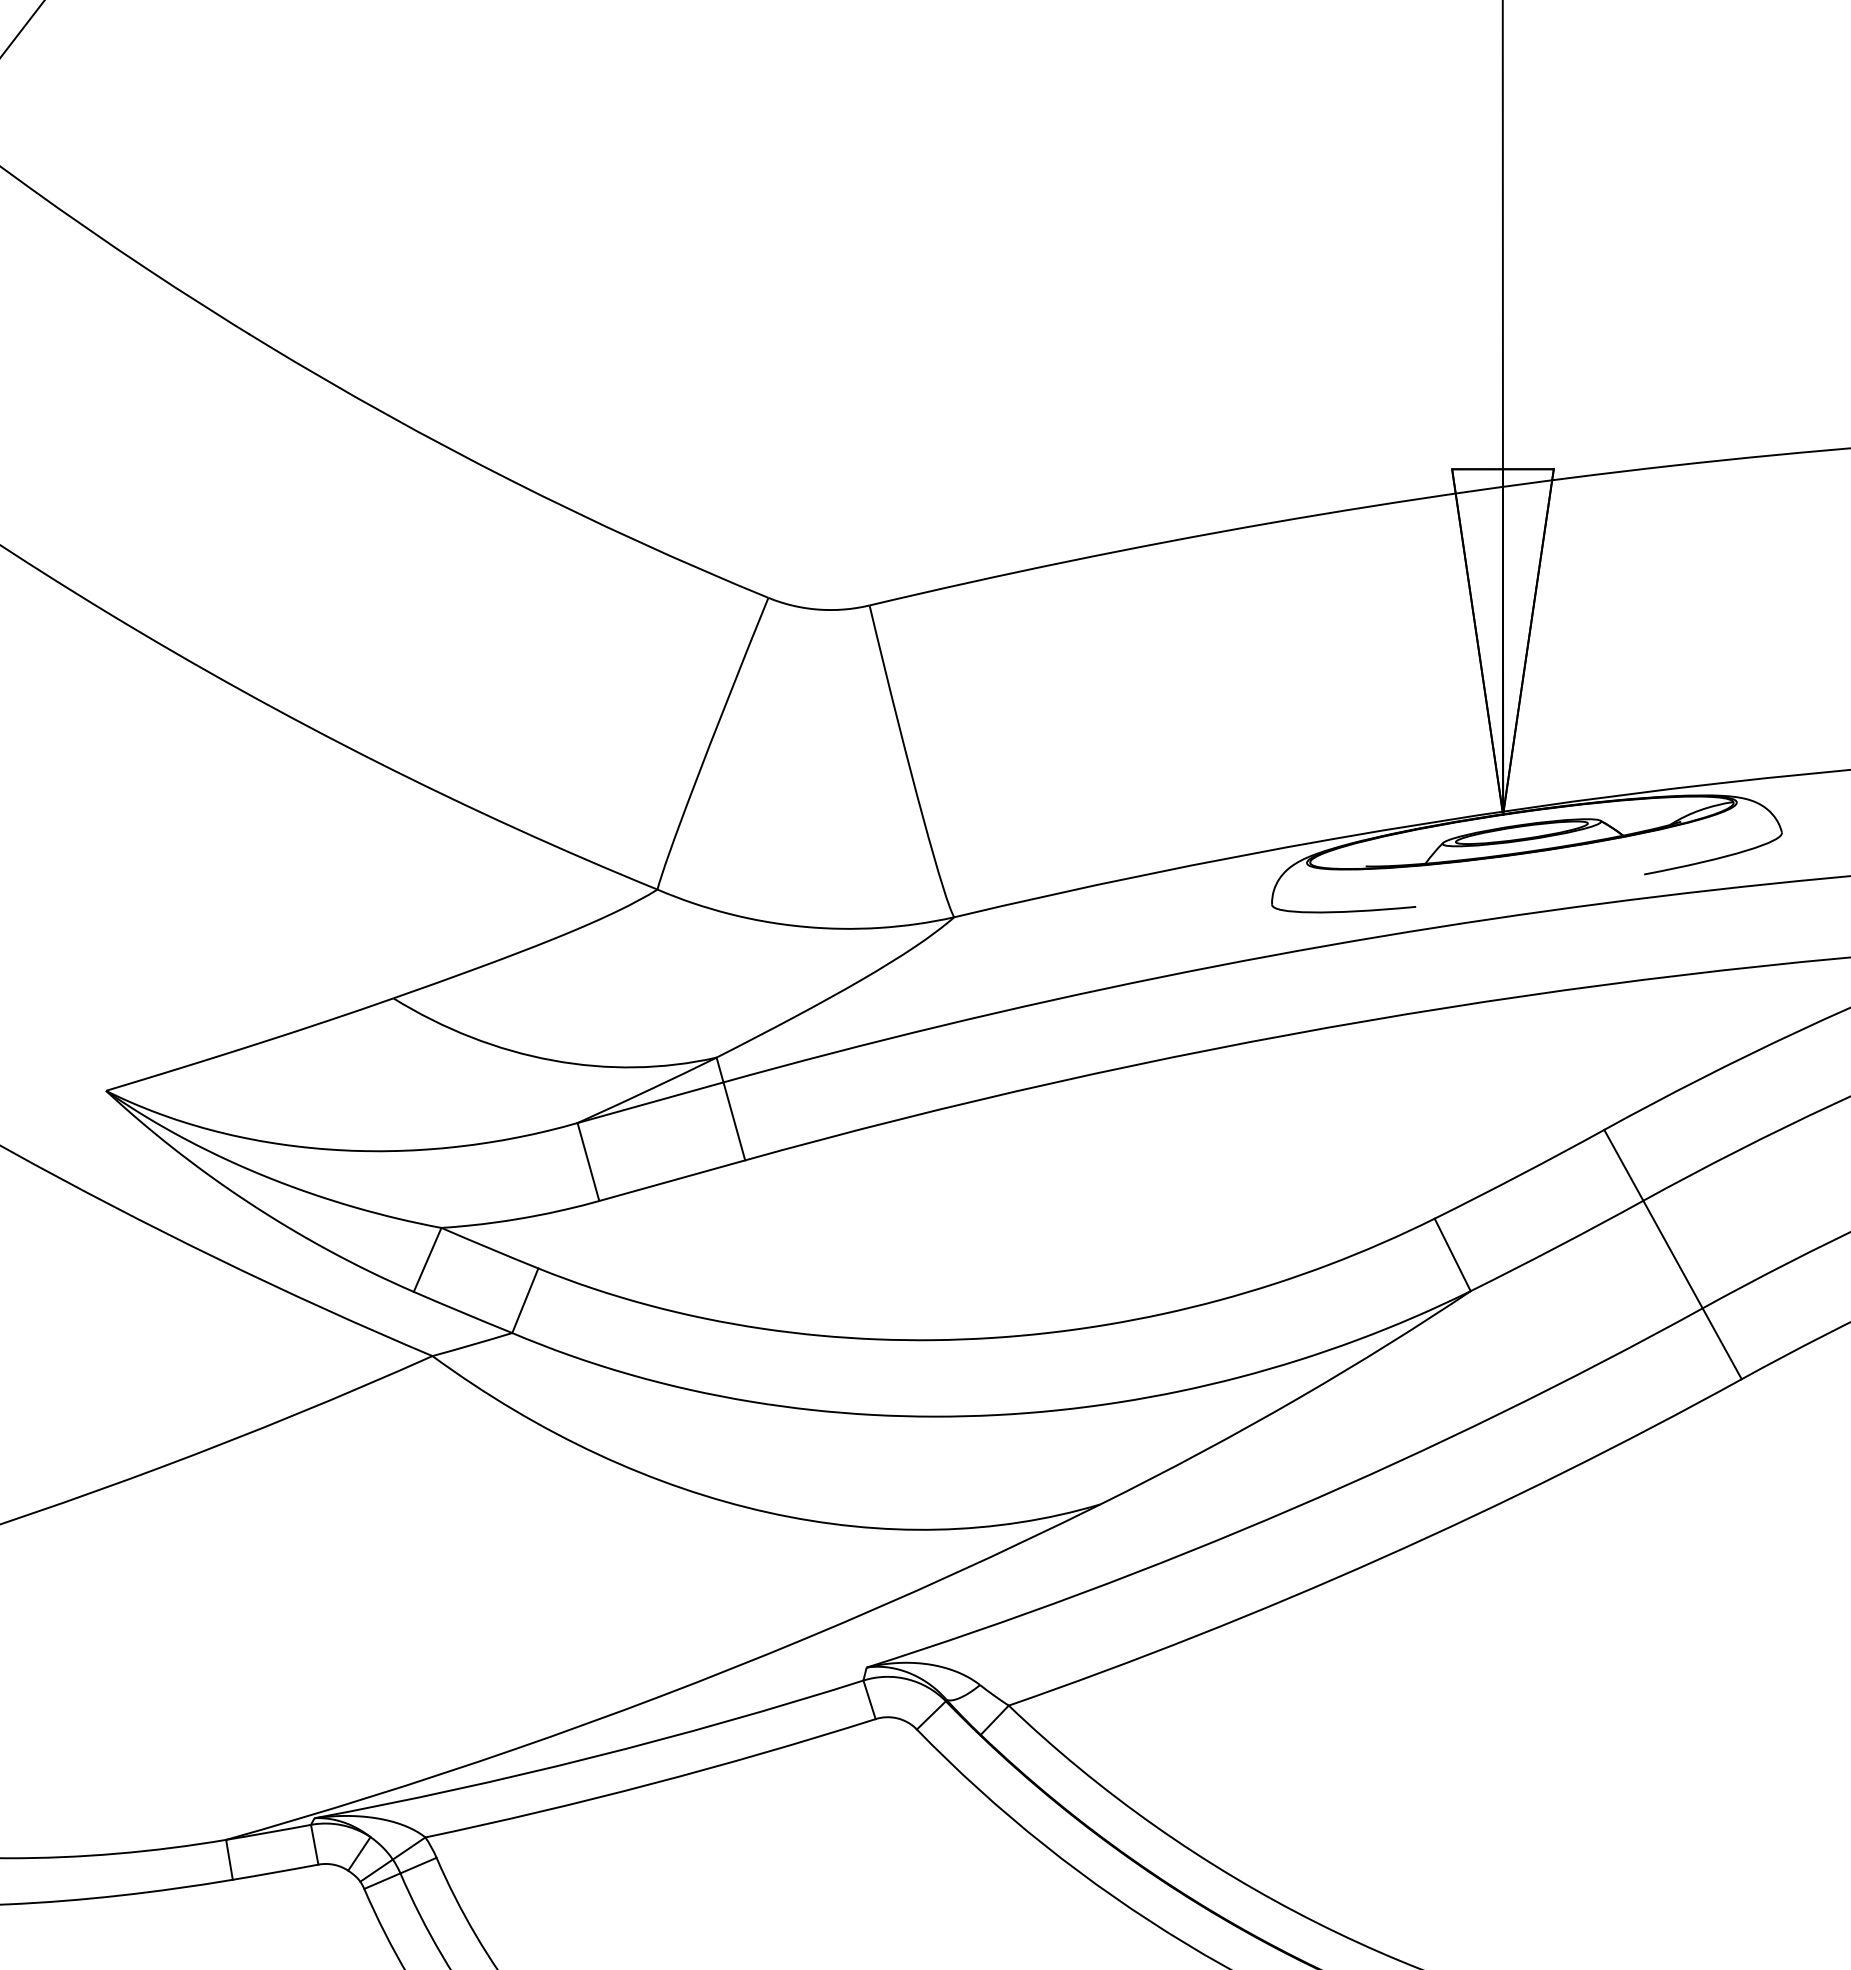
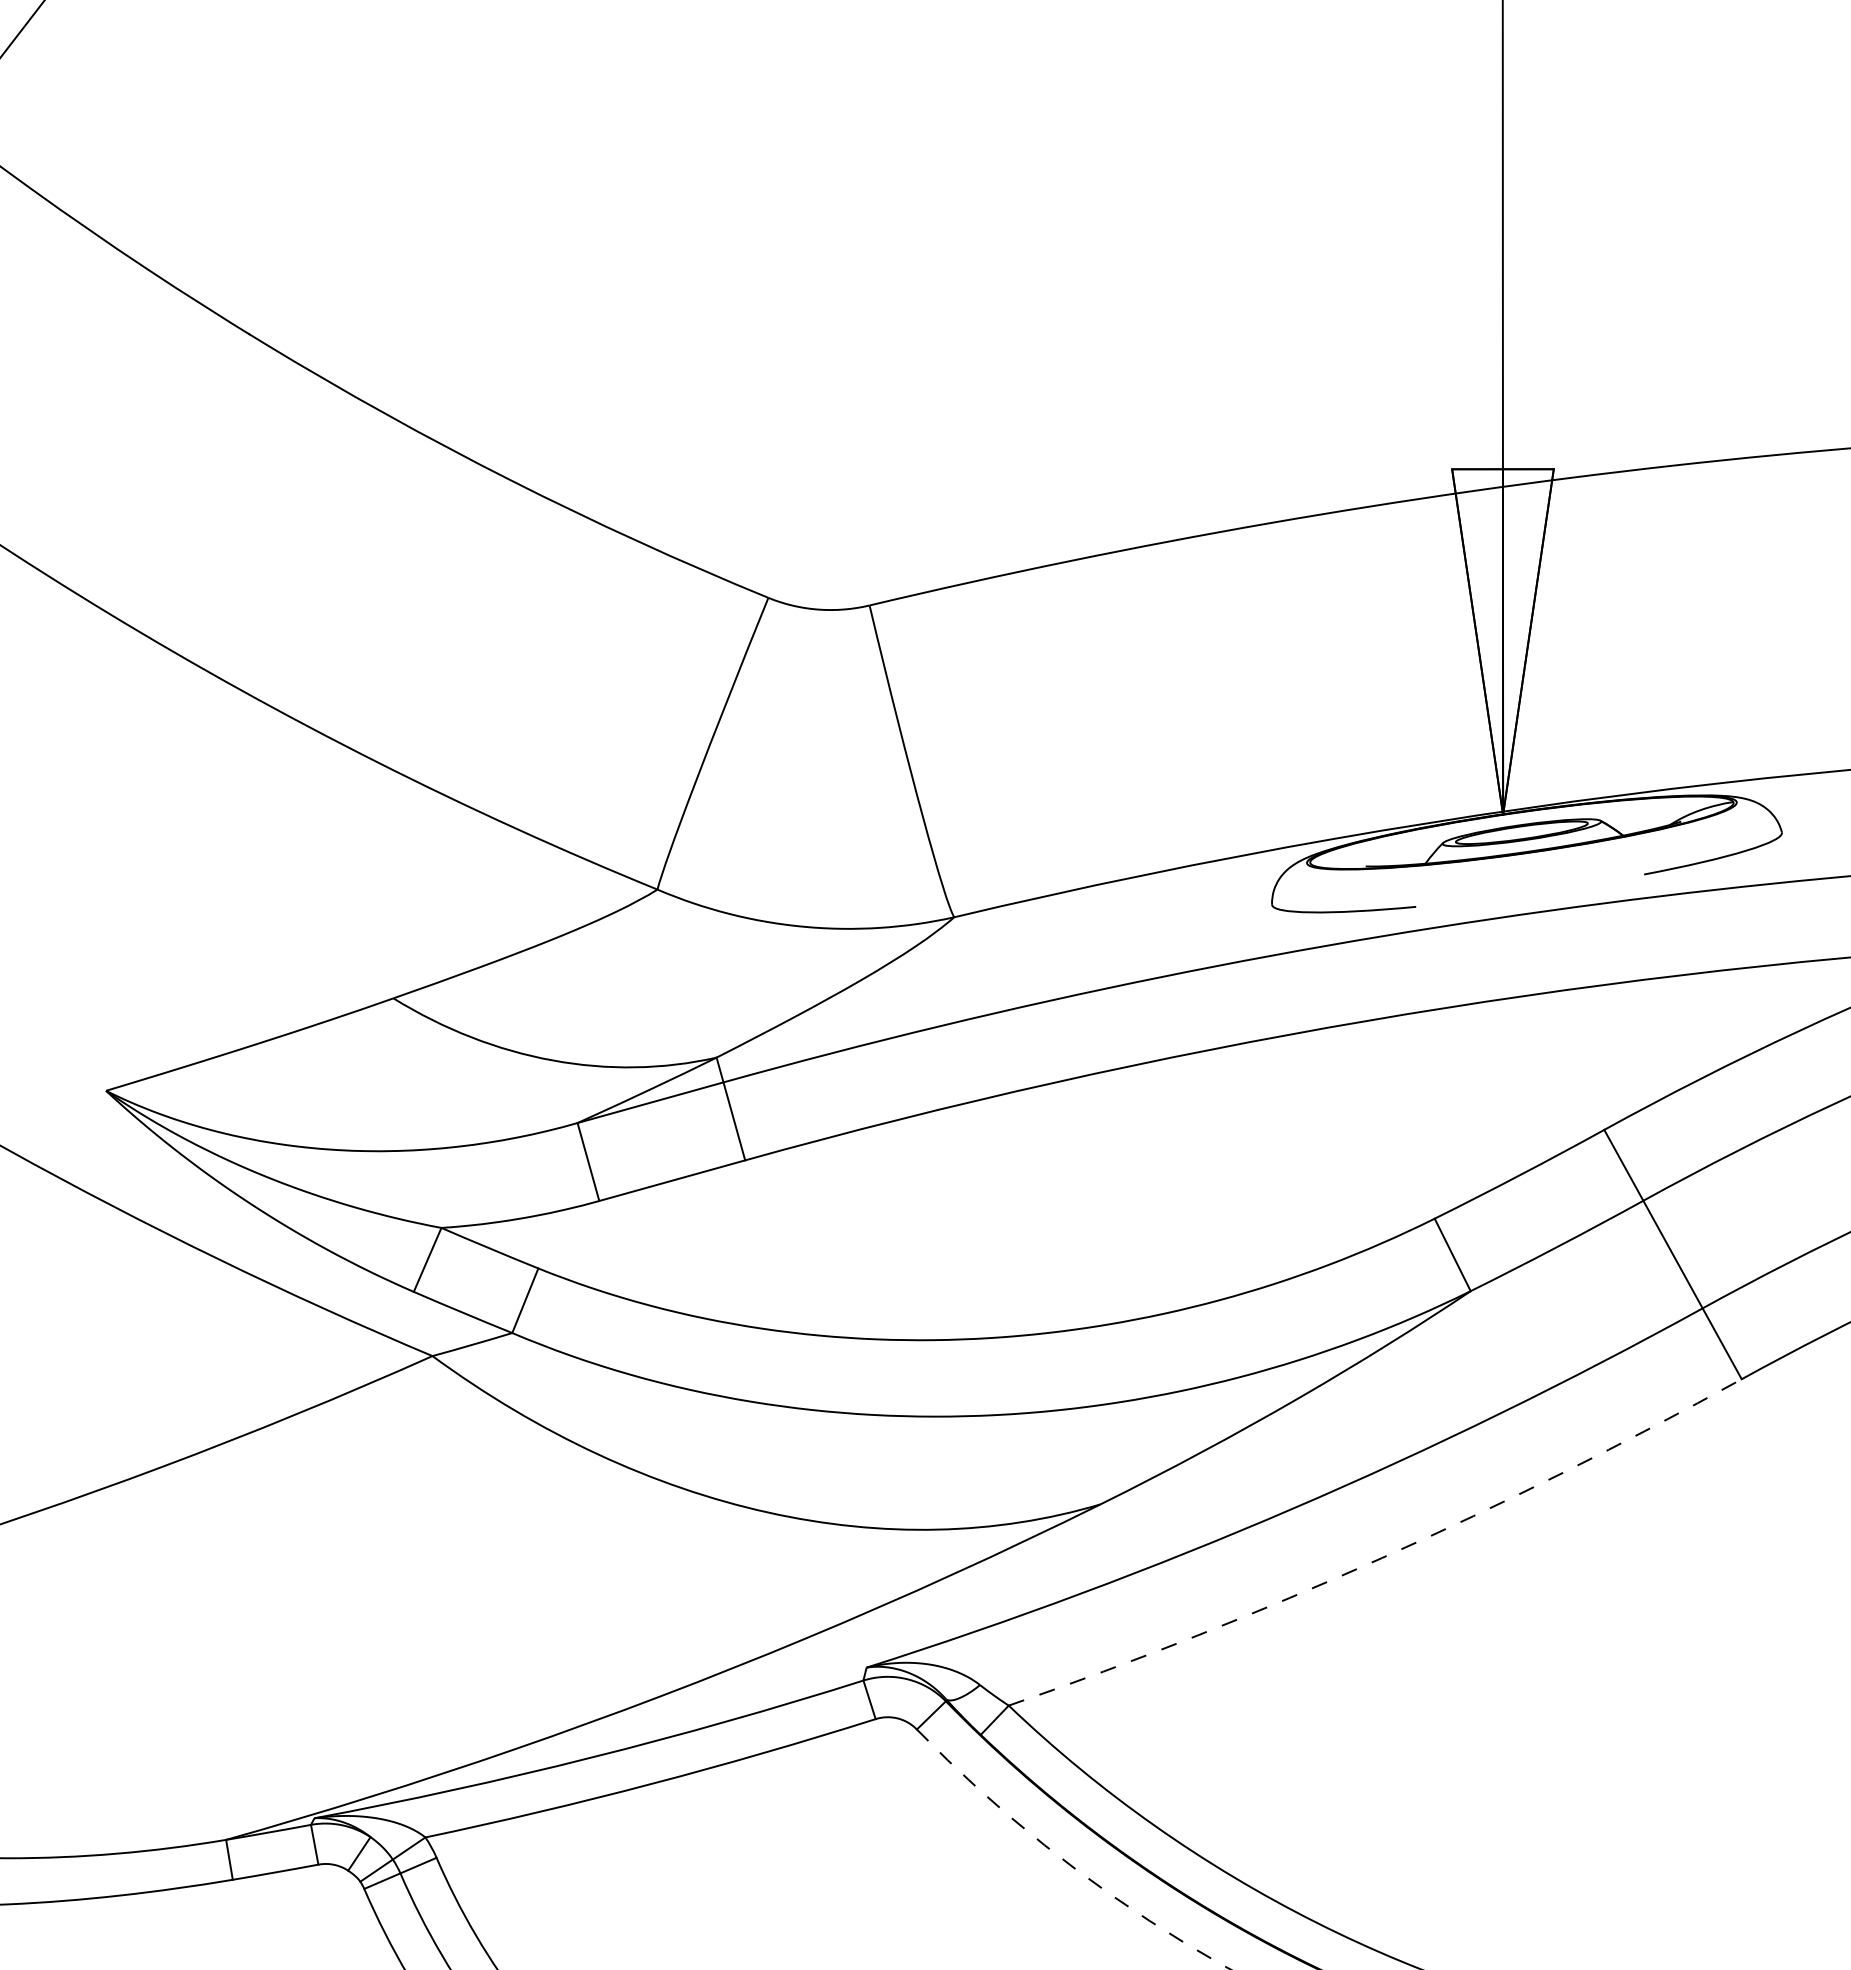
arc at (1382, 1557): solid -> dashed
arc at (1065, 1861): solid -> dashed
